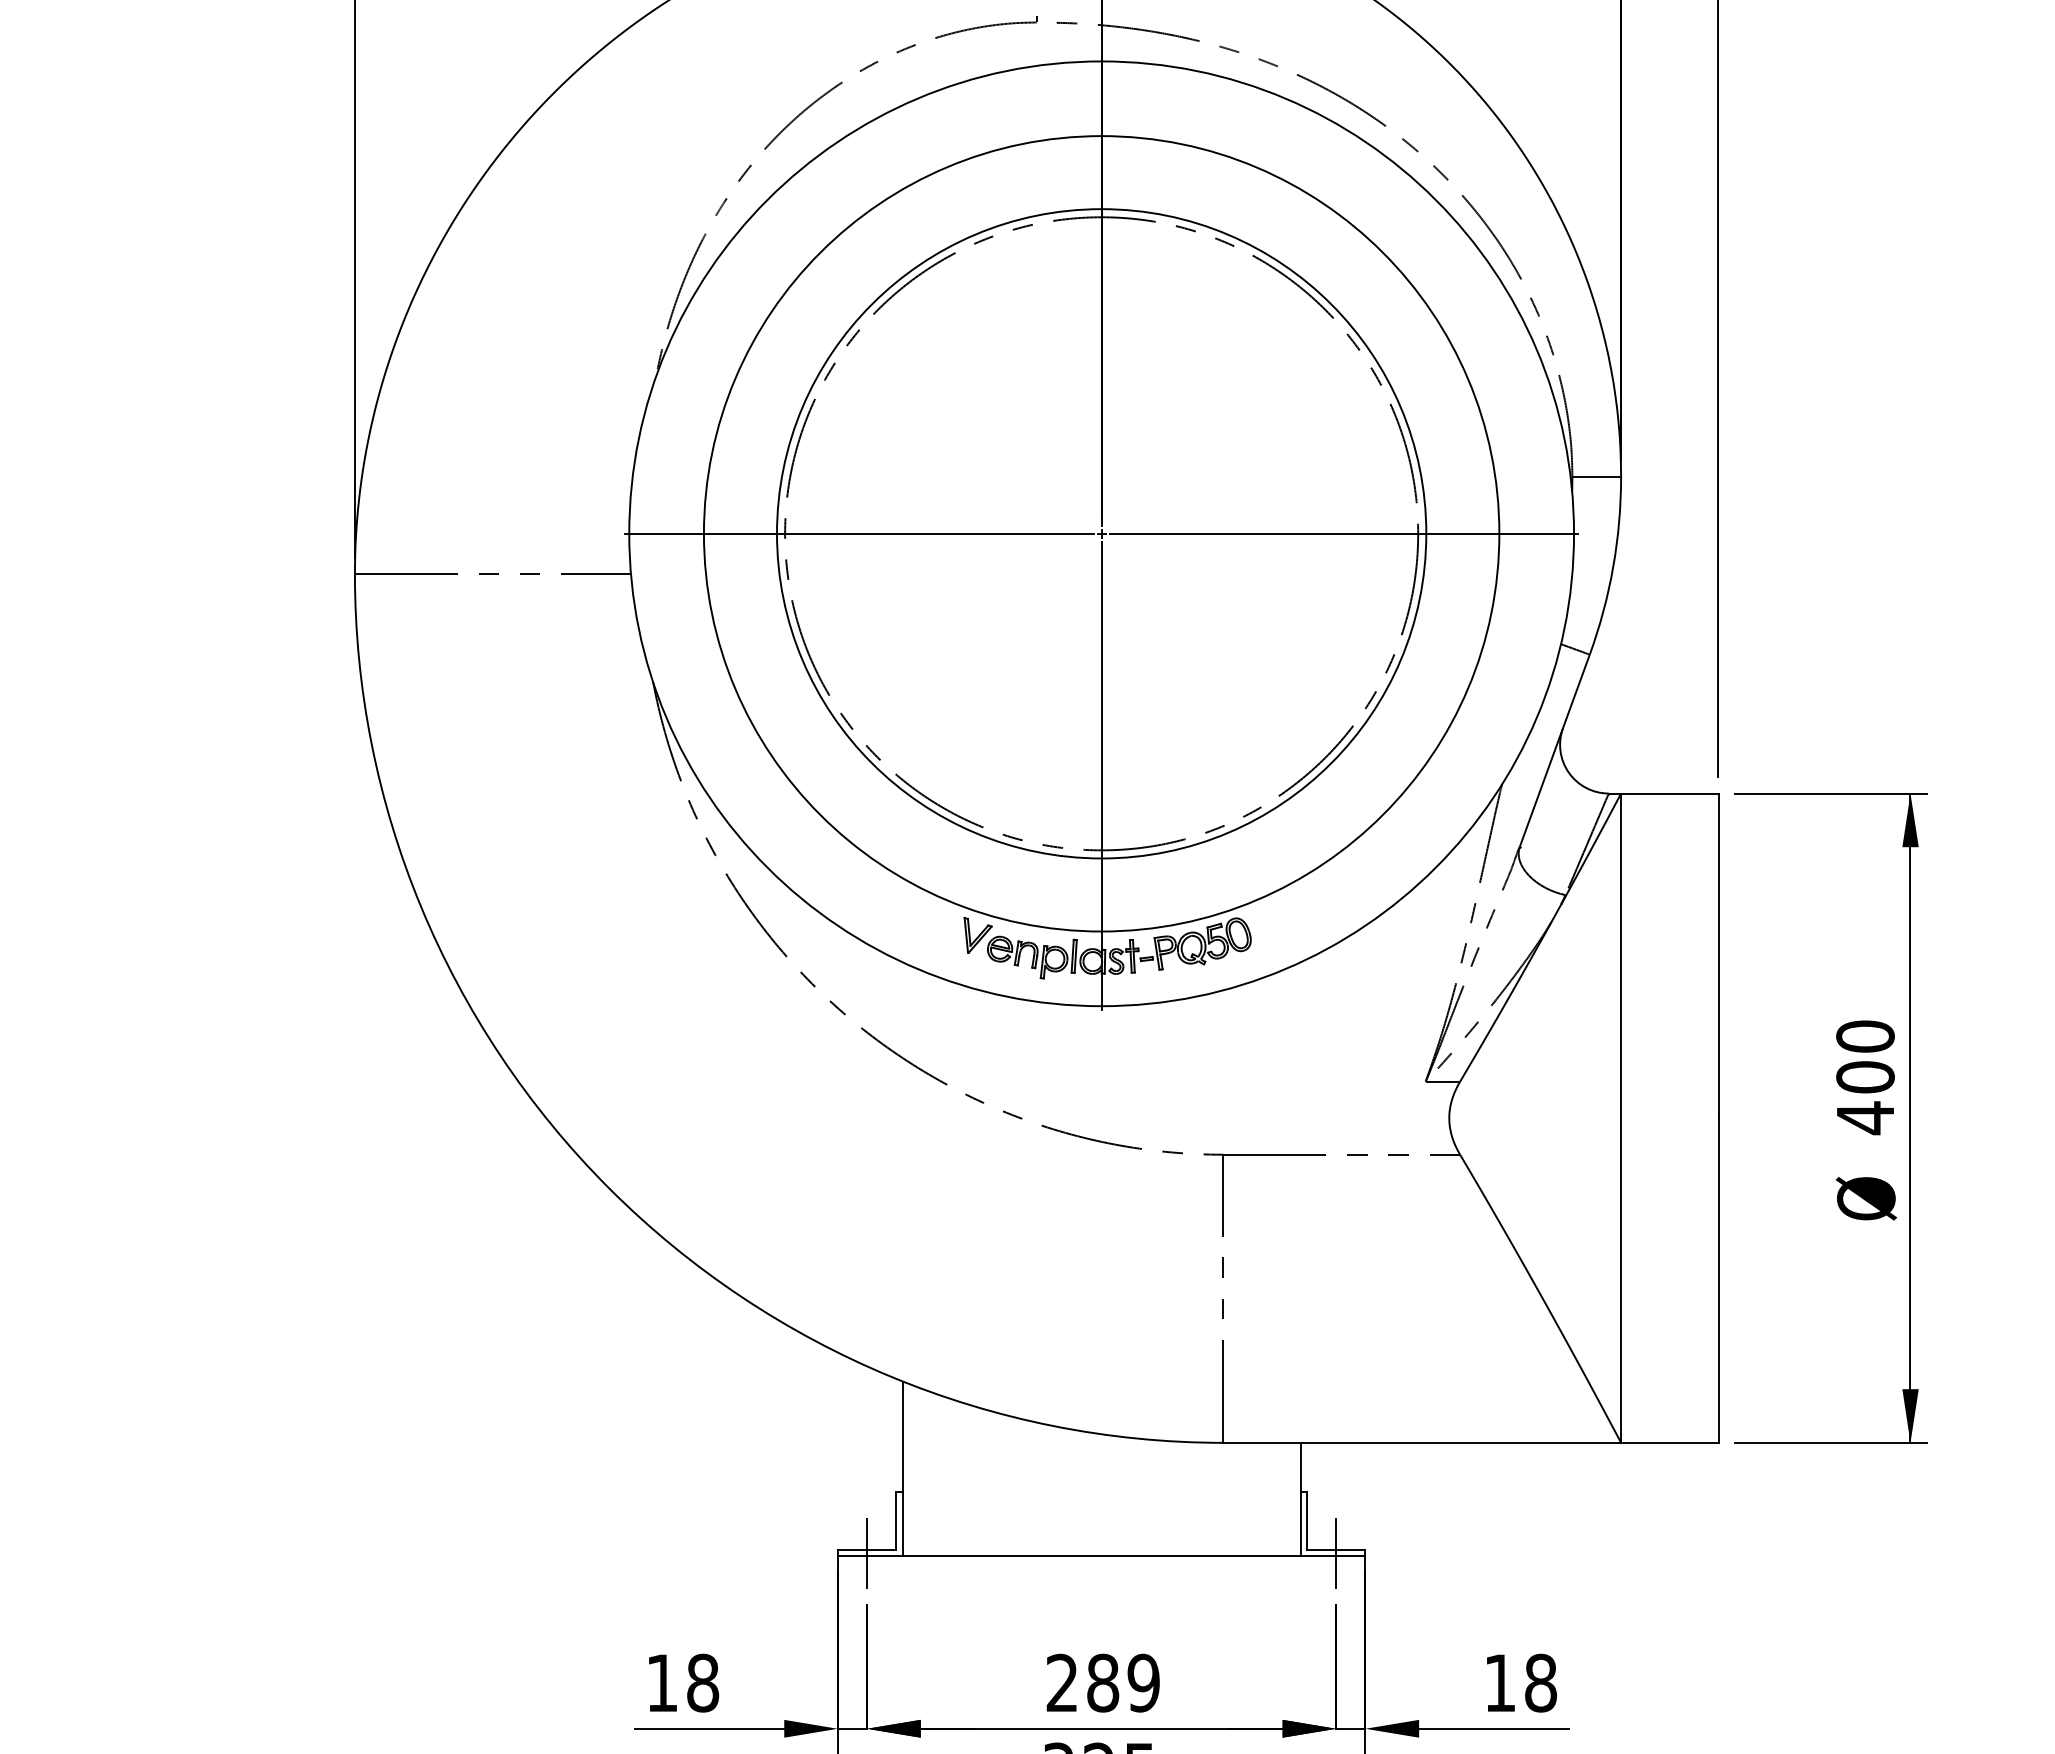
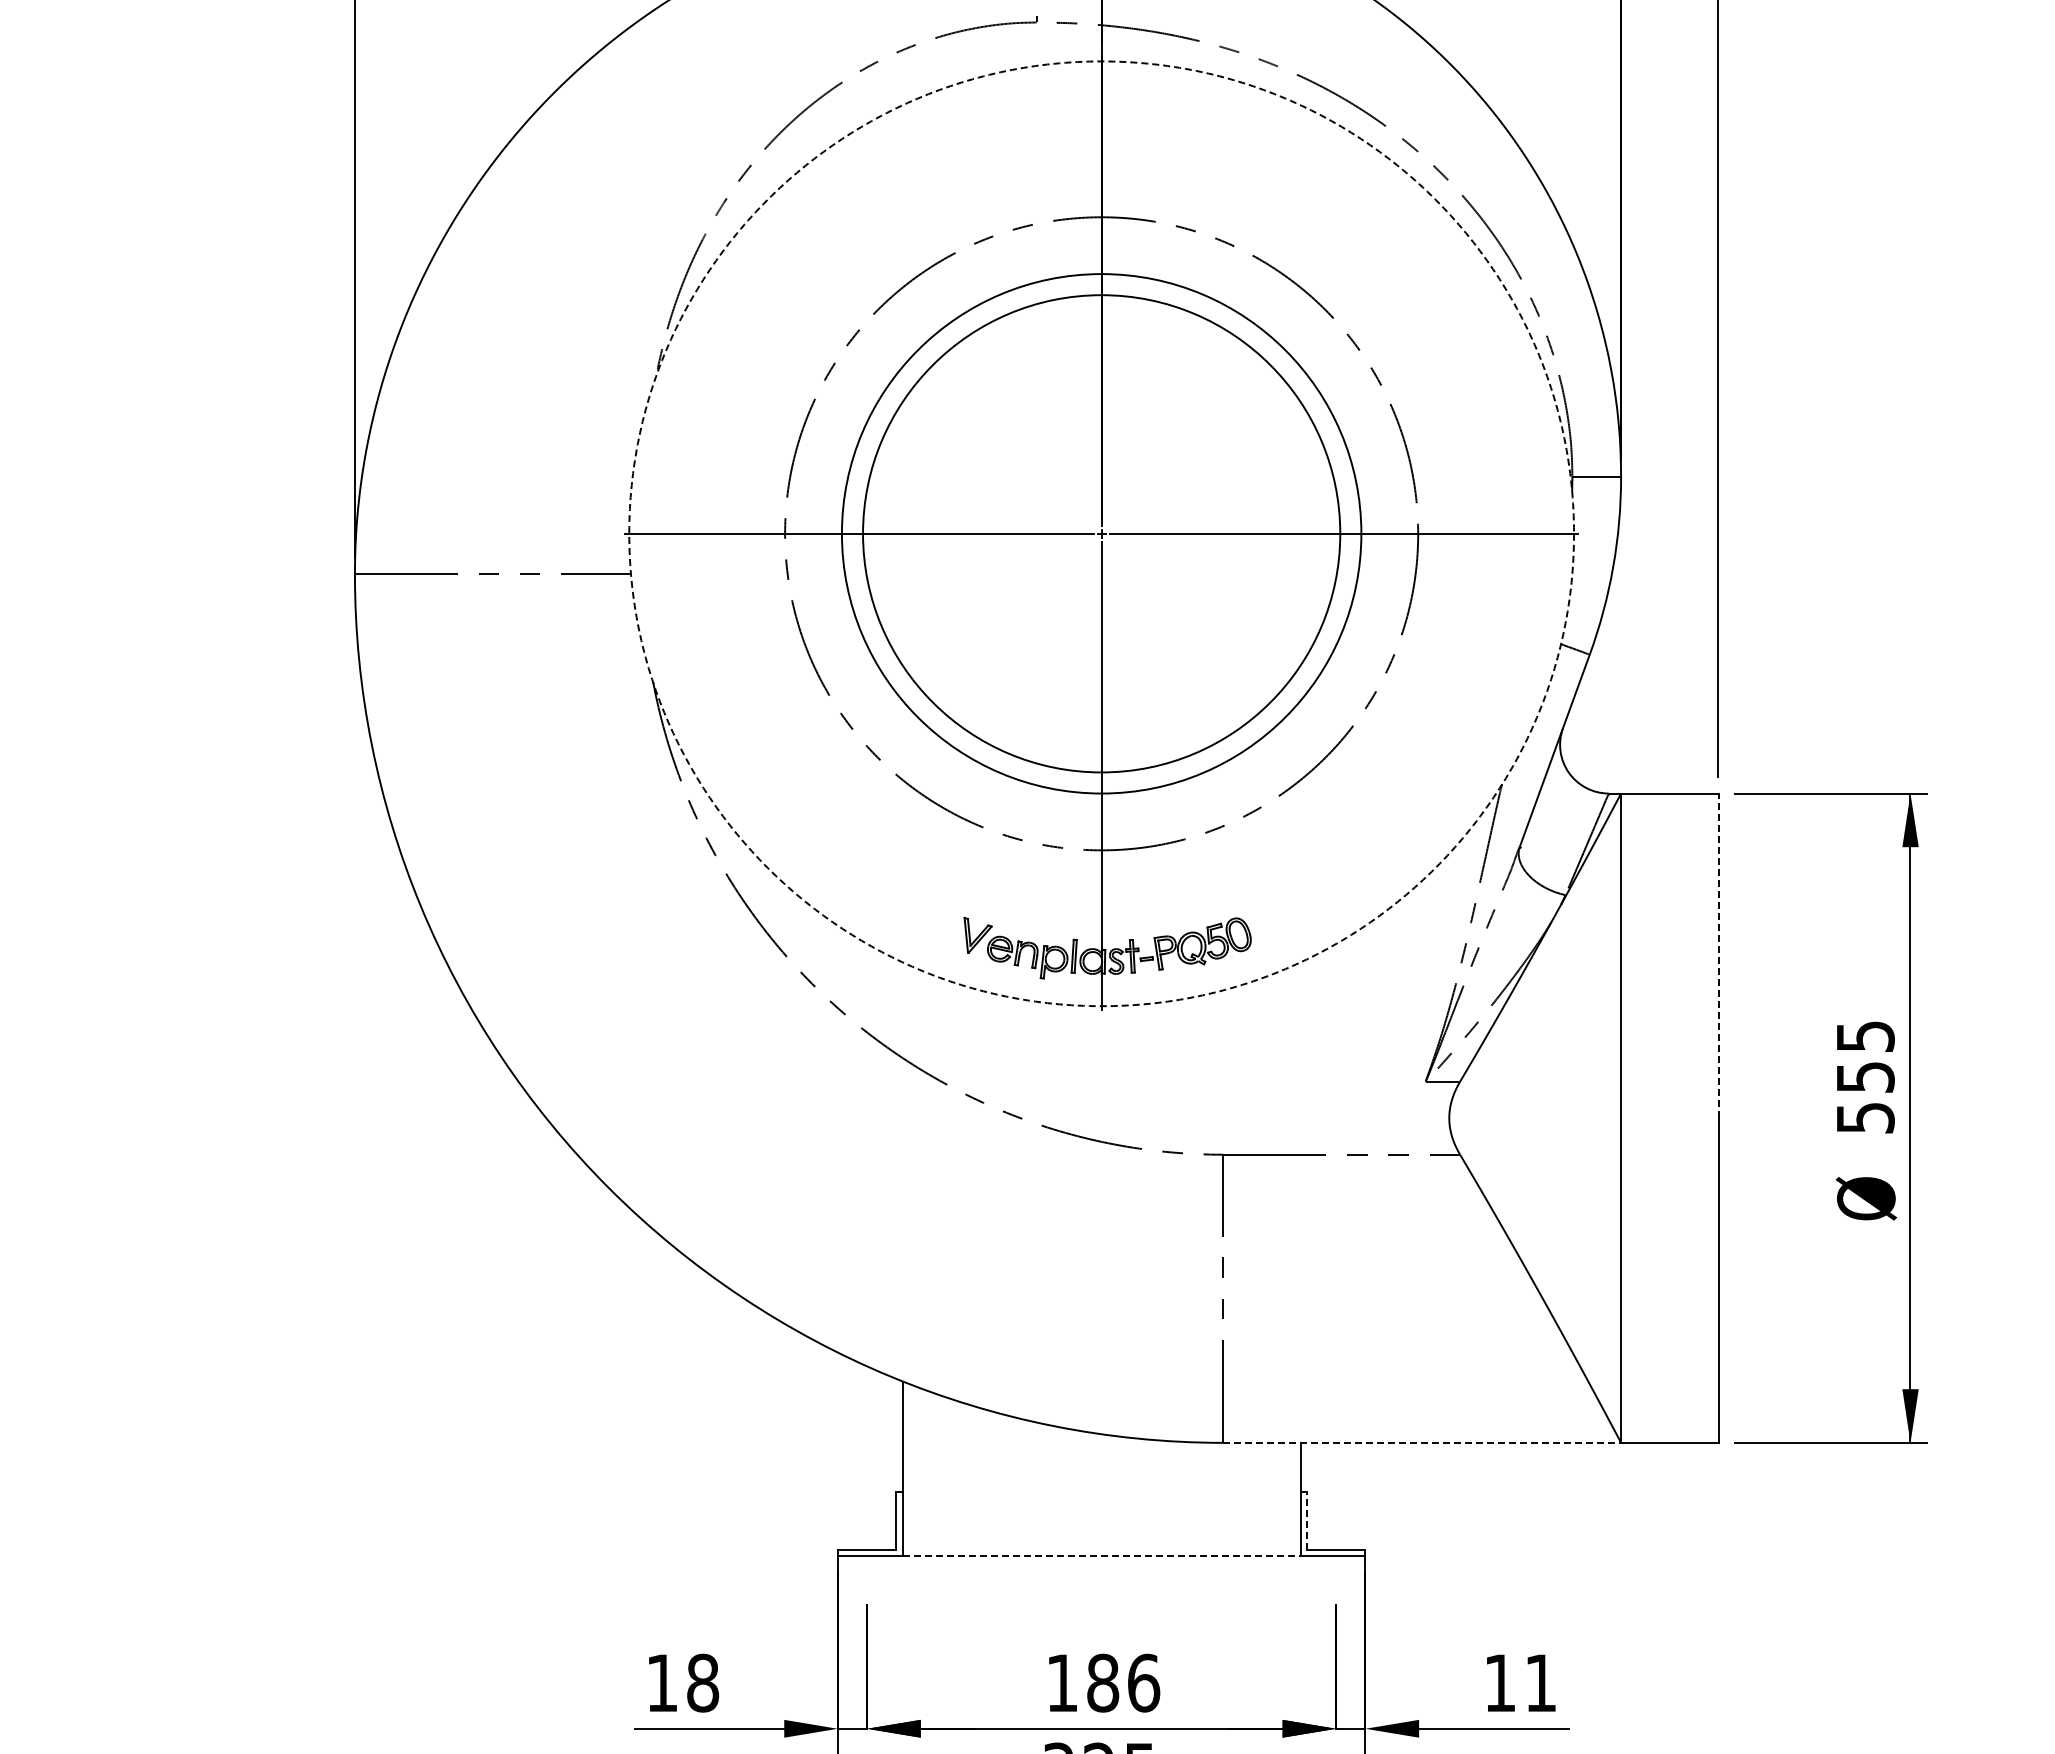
circle at (1101, 533) diameter: 649 px -> 519 px
circle at (1101, 533) diameter: 795 px -> 477 px
circle at (1101, 533): solid -> dashed
line at (1718, 955): solid -> dashed
text at (1865, 1077): 400 -> 555
line at (1422, 1442): solid -> dashed
line at (1307, 1520): solid -> dashed
line at (867, 1552): present -> none
line at (1336, 1552): present -> none
line at (1101, 1556): solid -> dashed
text at (1103, 1682): 289 -> 186
text at (1541, 1682): 18 -> 11
